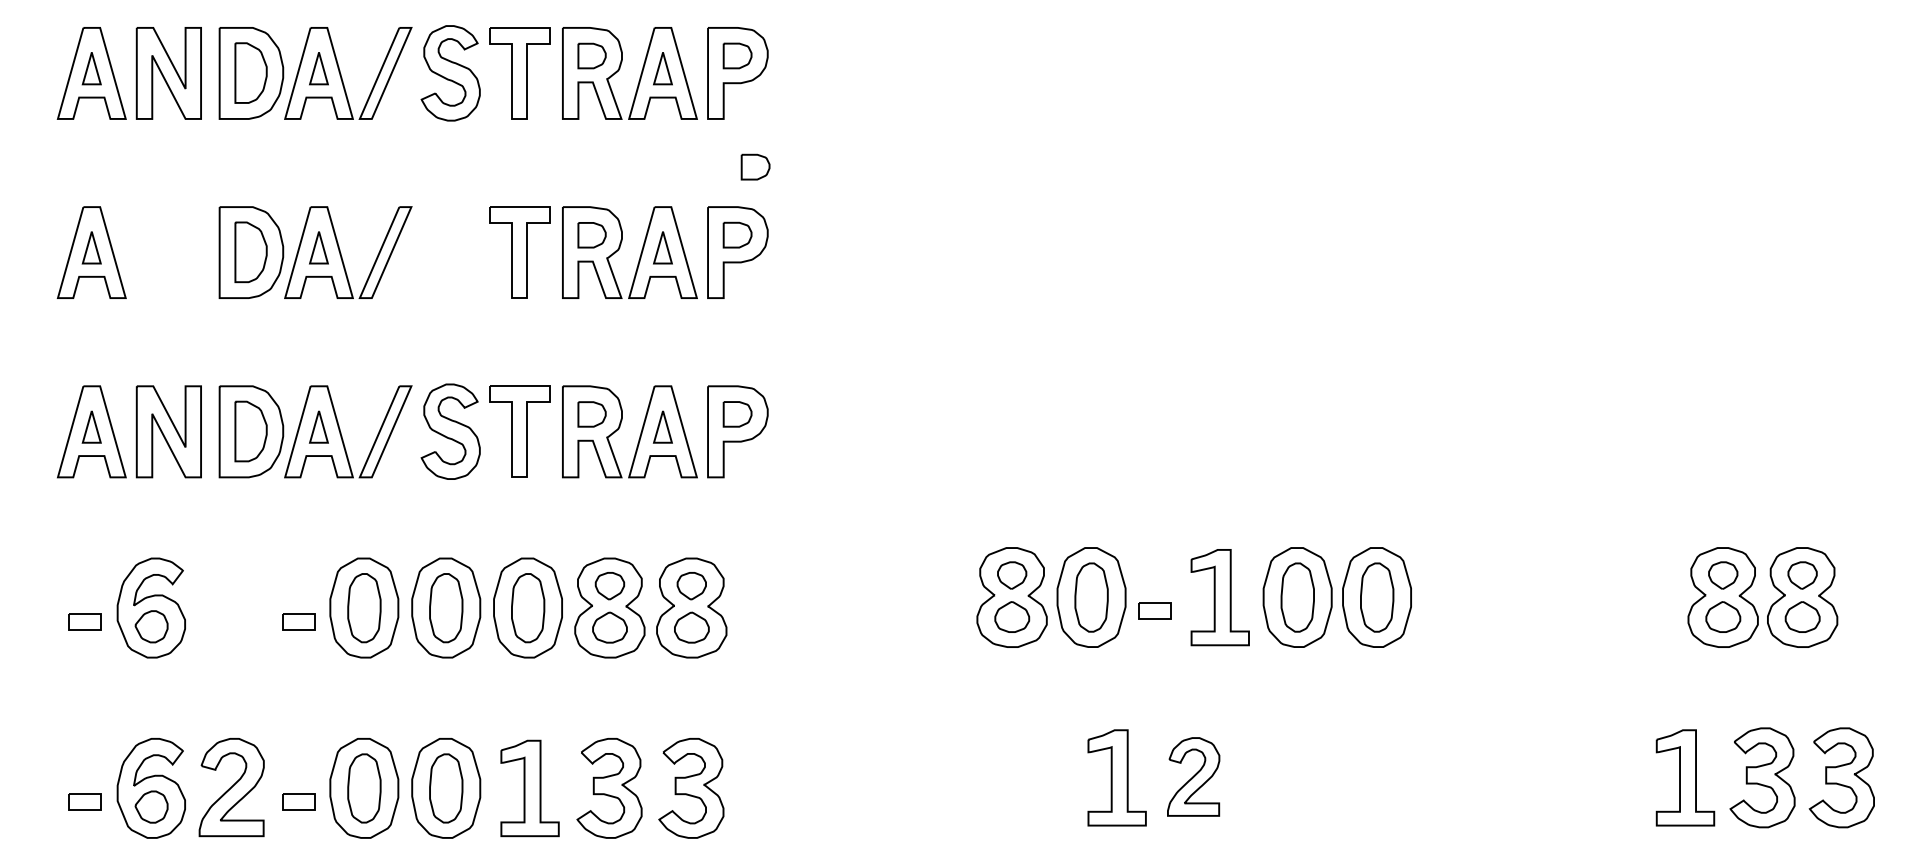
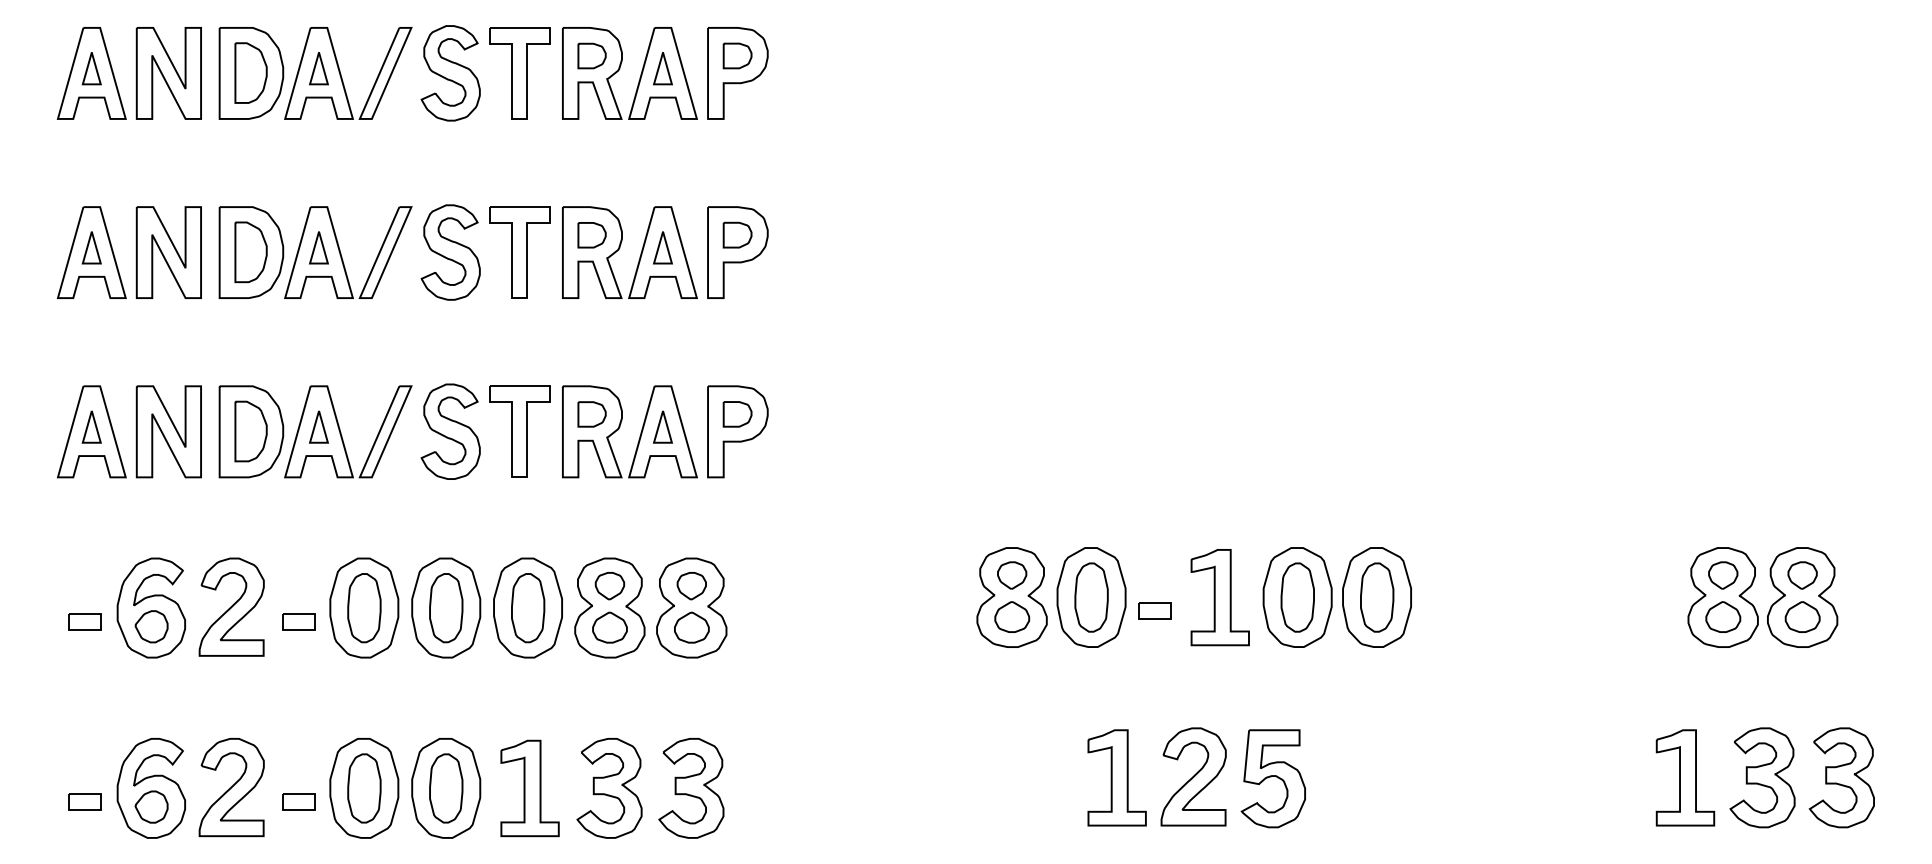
part at (755, 166): present -> none
part at (168, 252): none -> present
part at (450, 252): none -> present
part at (231, 606): none -> present
part at (1193, 776) size: 54x80 px -> 67x100 px
part at (1272, 778): none -> present
